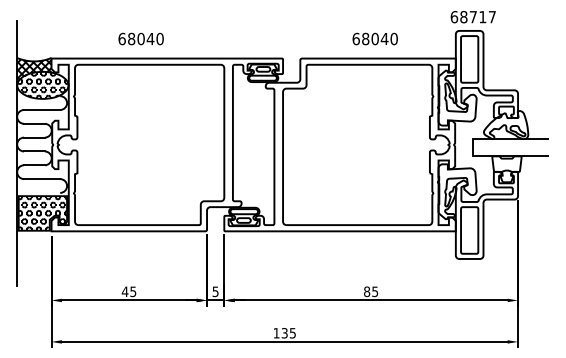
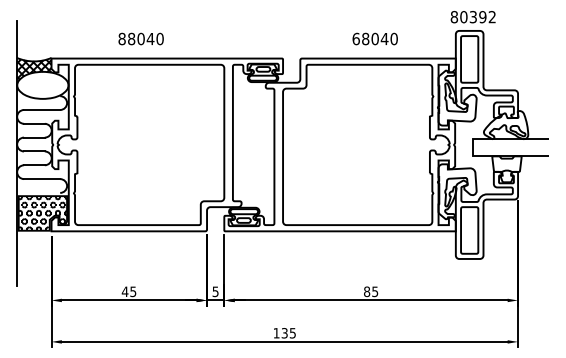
text at (472, 17): 68717 -> 80392
text at (121, 38): 68040 -> 88040
hatch at (42, 84): present -> none
